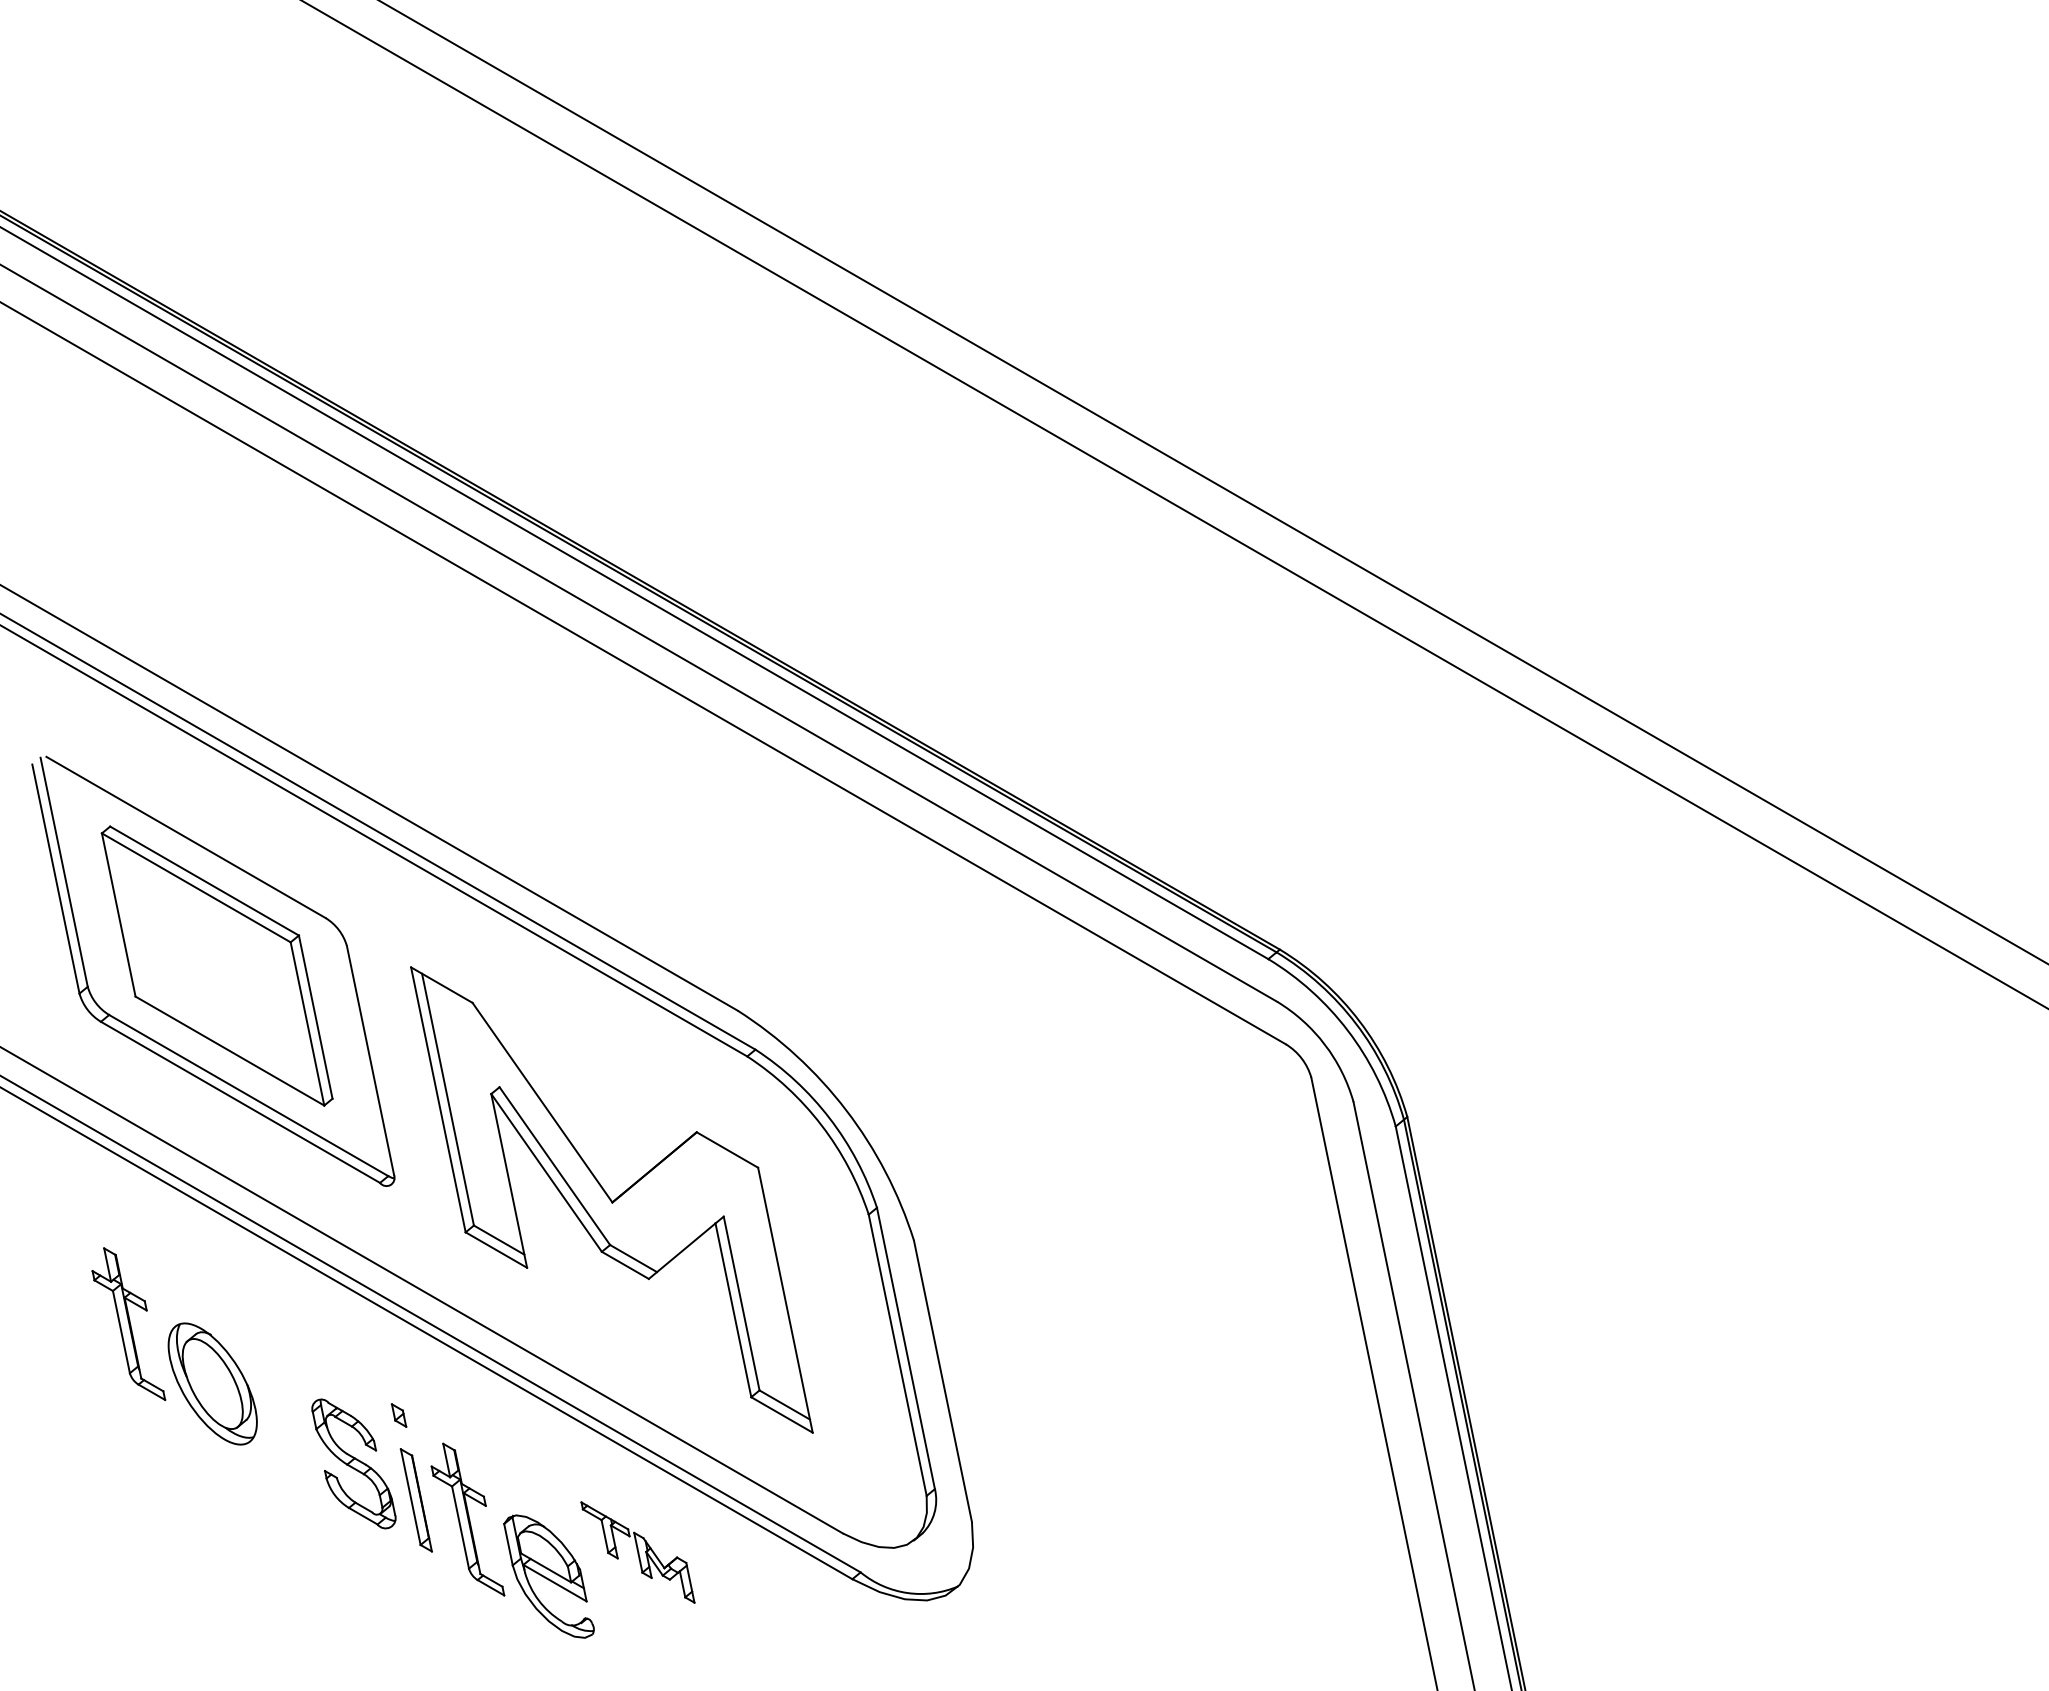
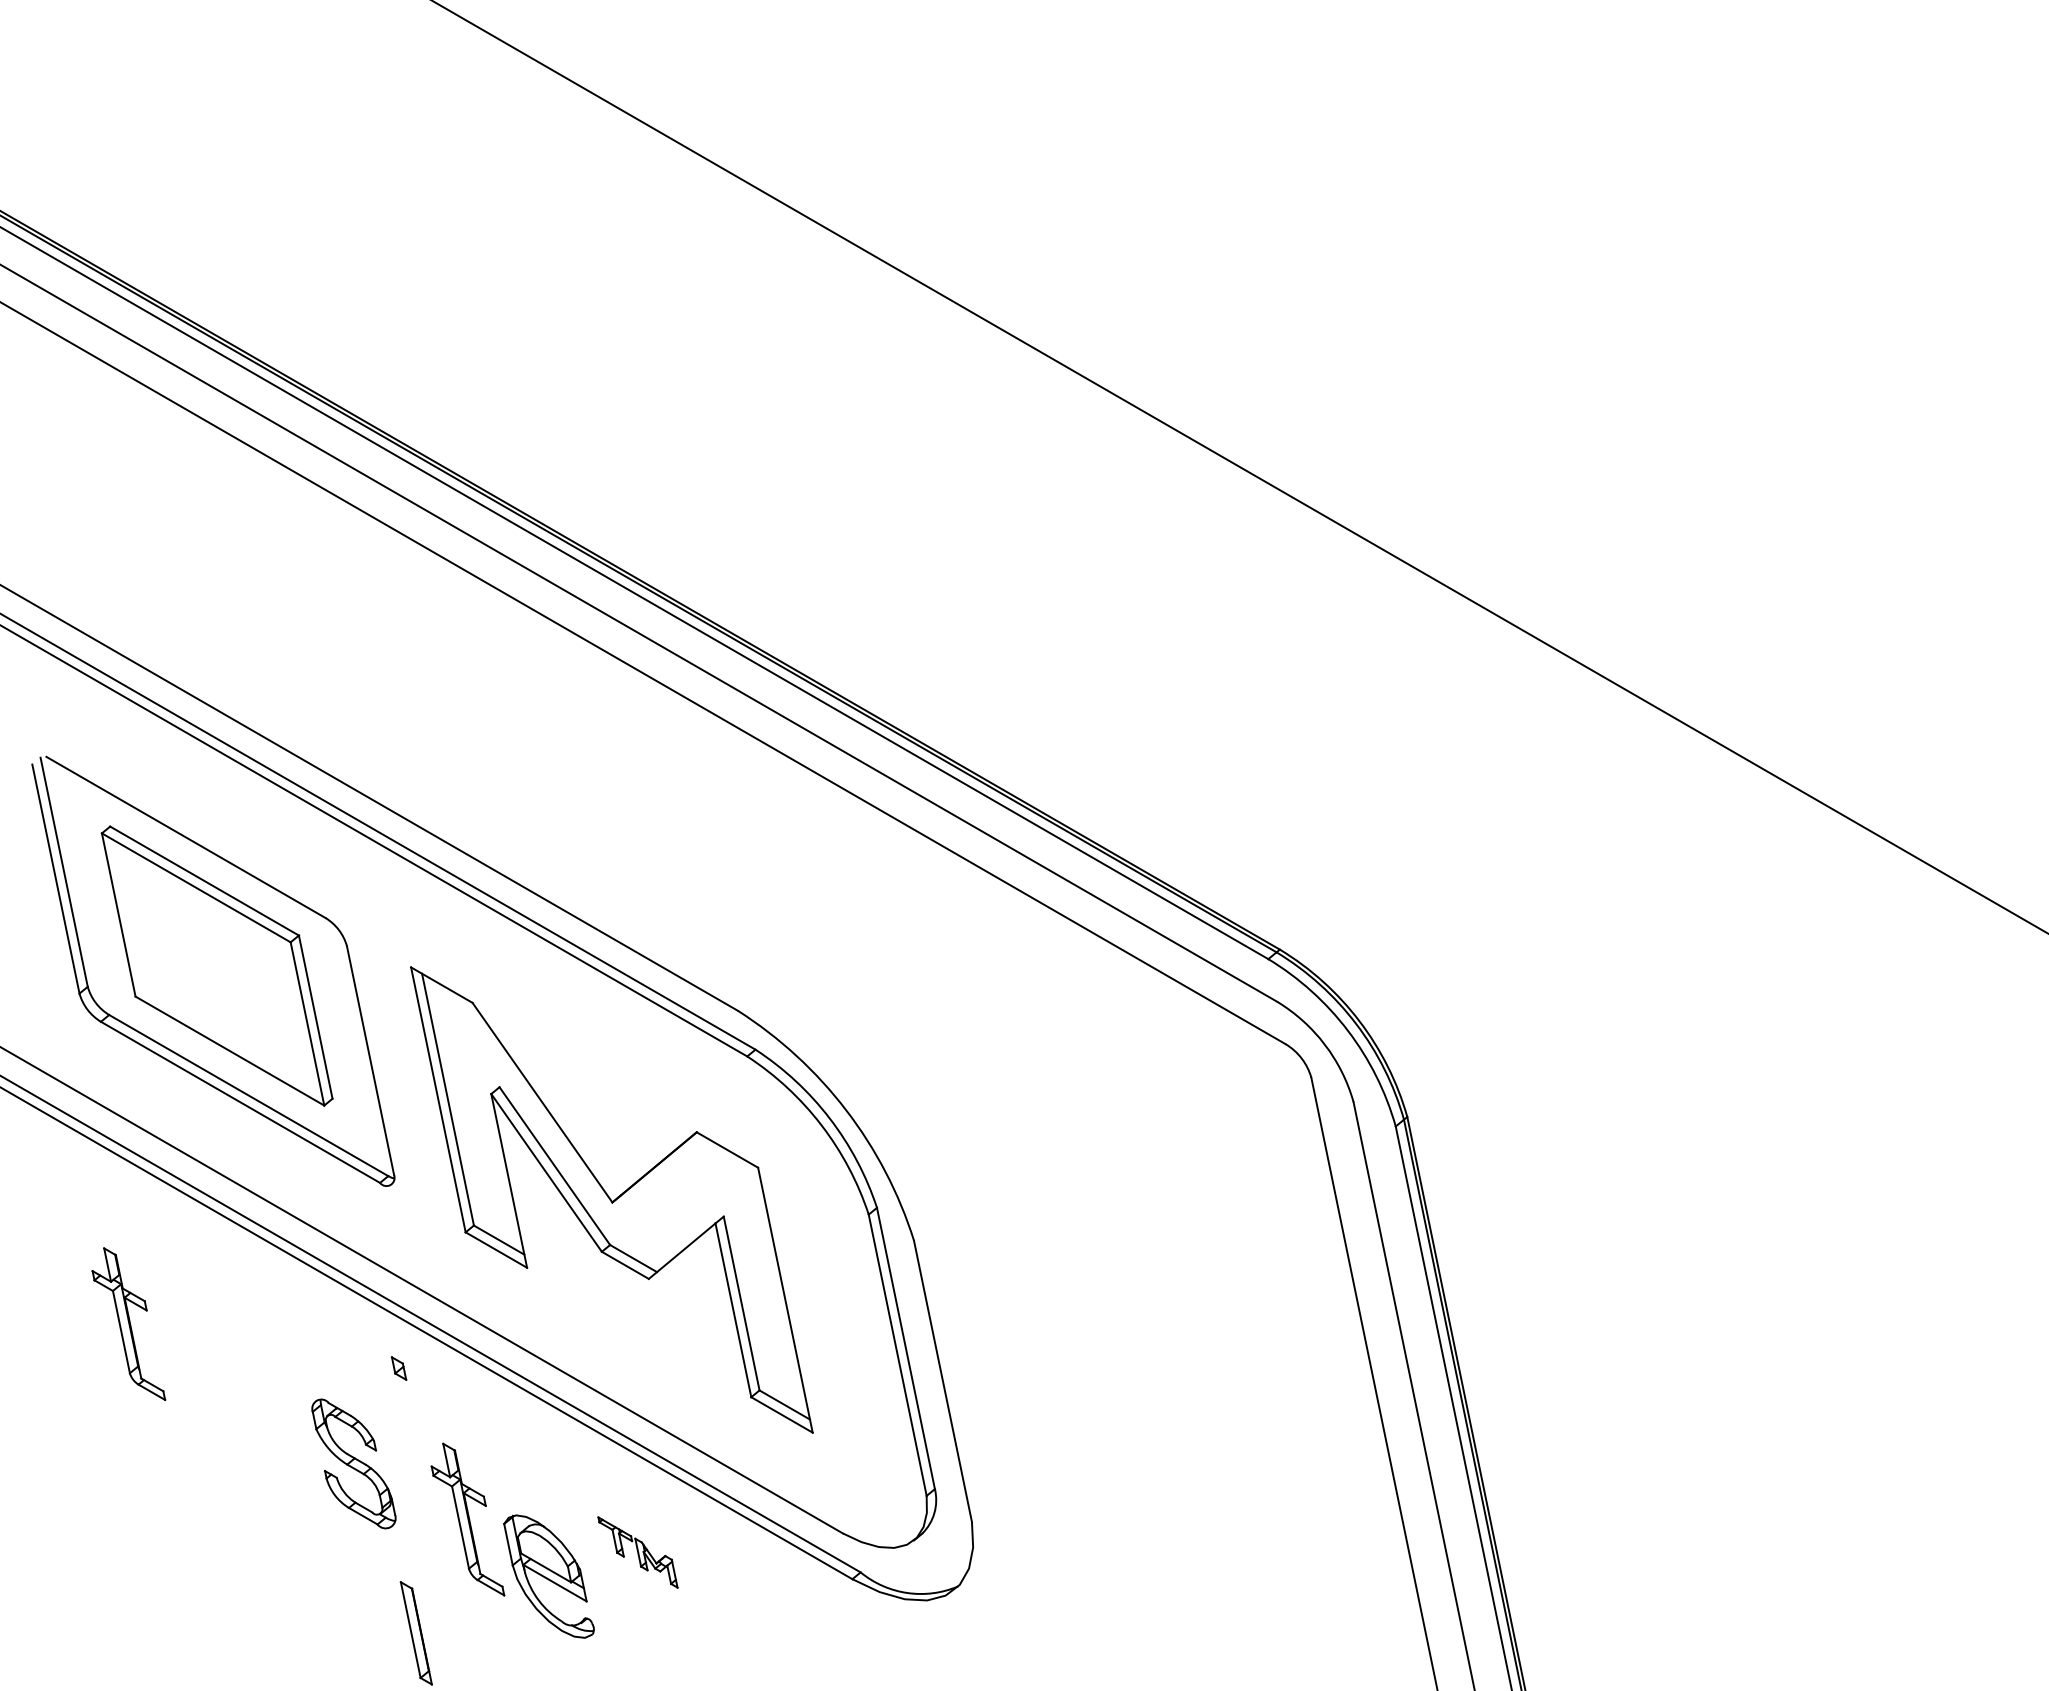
line at (1213, 482) position: (1213, 482) -> (1239, 467)
line at (1174, 504): present -> none
part at (212, 1383): present -> none
part at (398, 1415) position: (398, 1415) -> (398, 1368)
part at (415, 1500) position: (415, 1500) -> (415, 1633)
part at (637, 1552) size: 116x103 px -> 82x73 px
